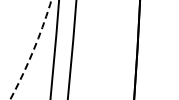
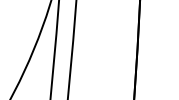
arc at (33, 50): dashed -> solid
